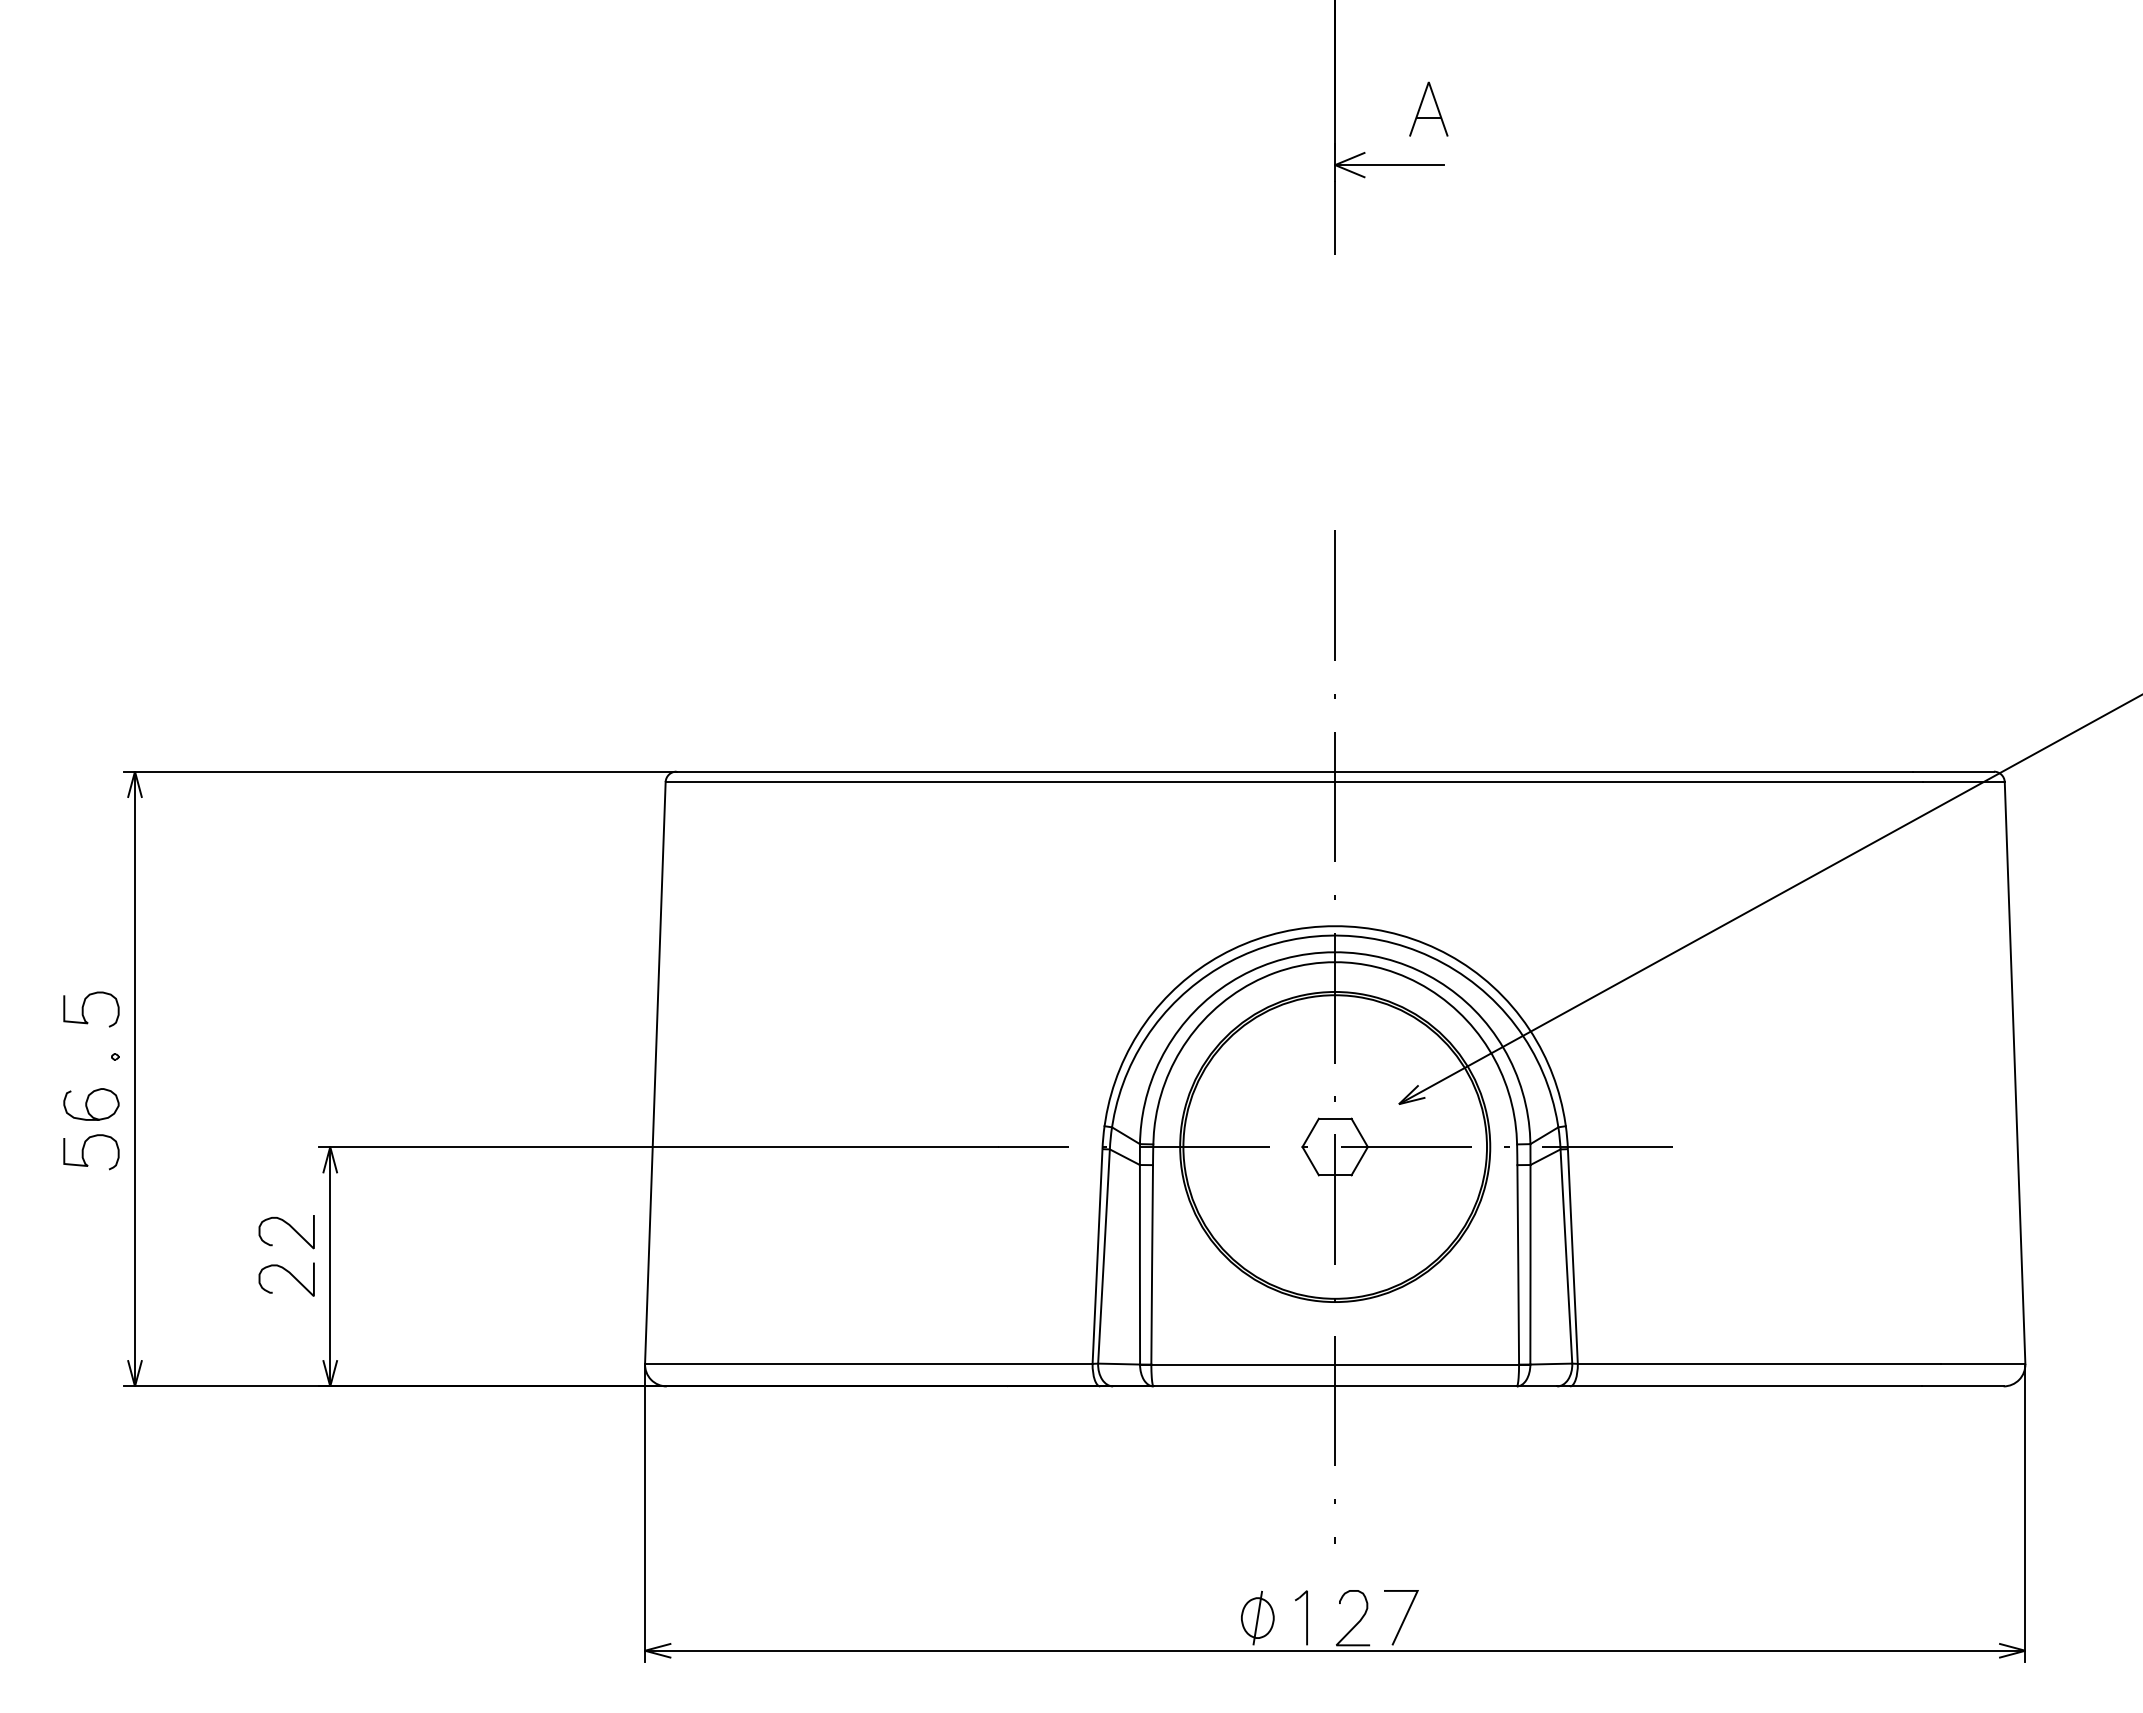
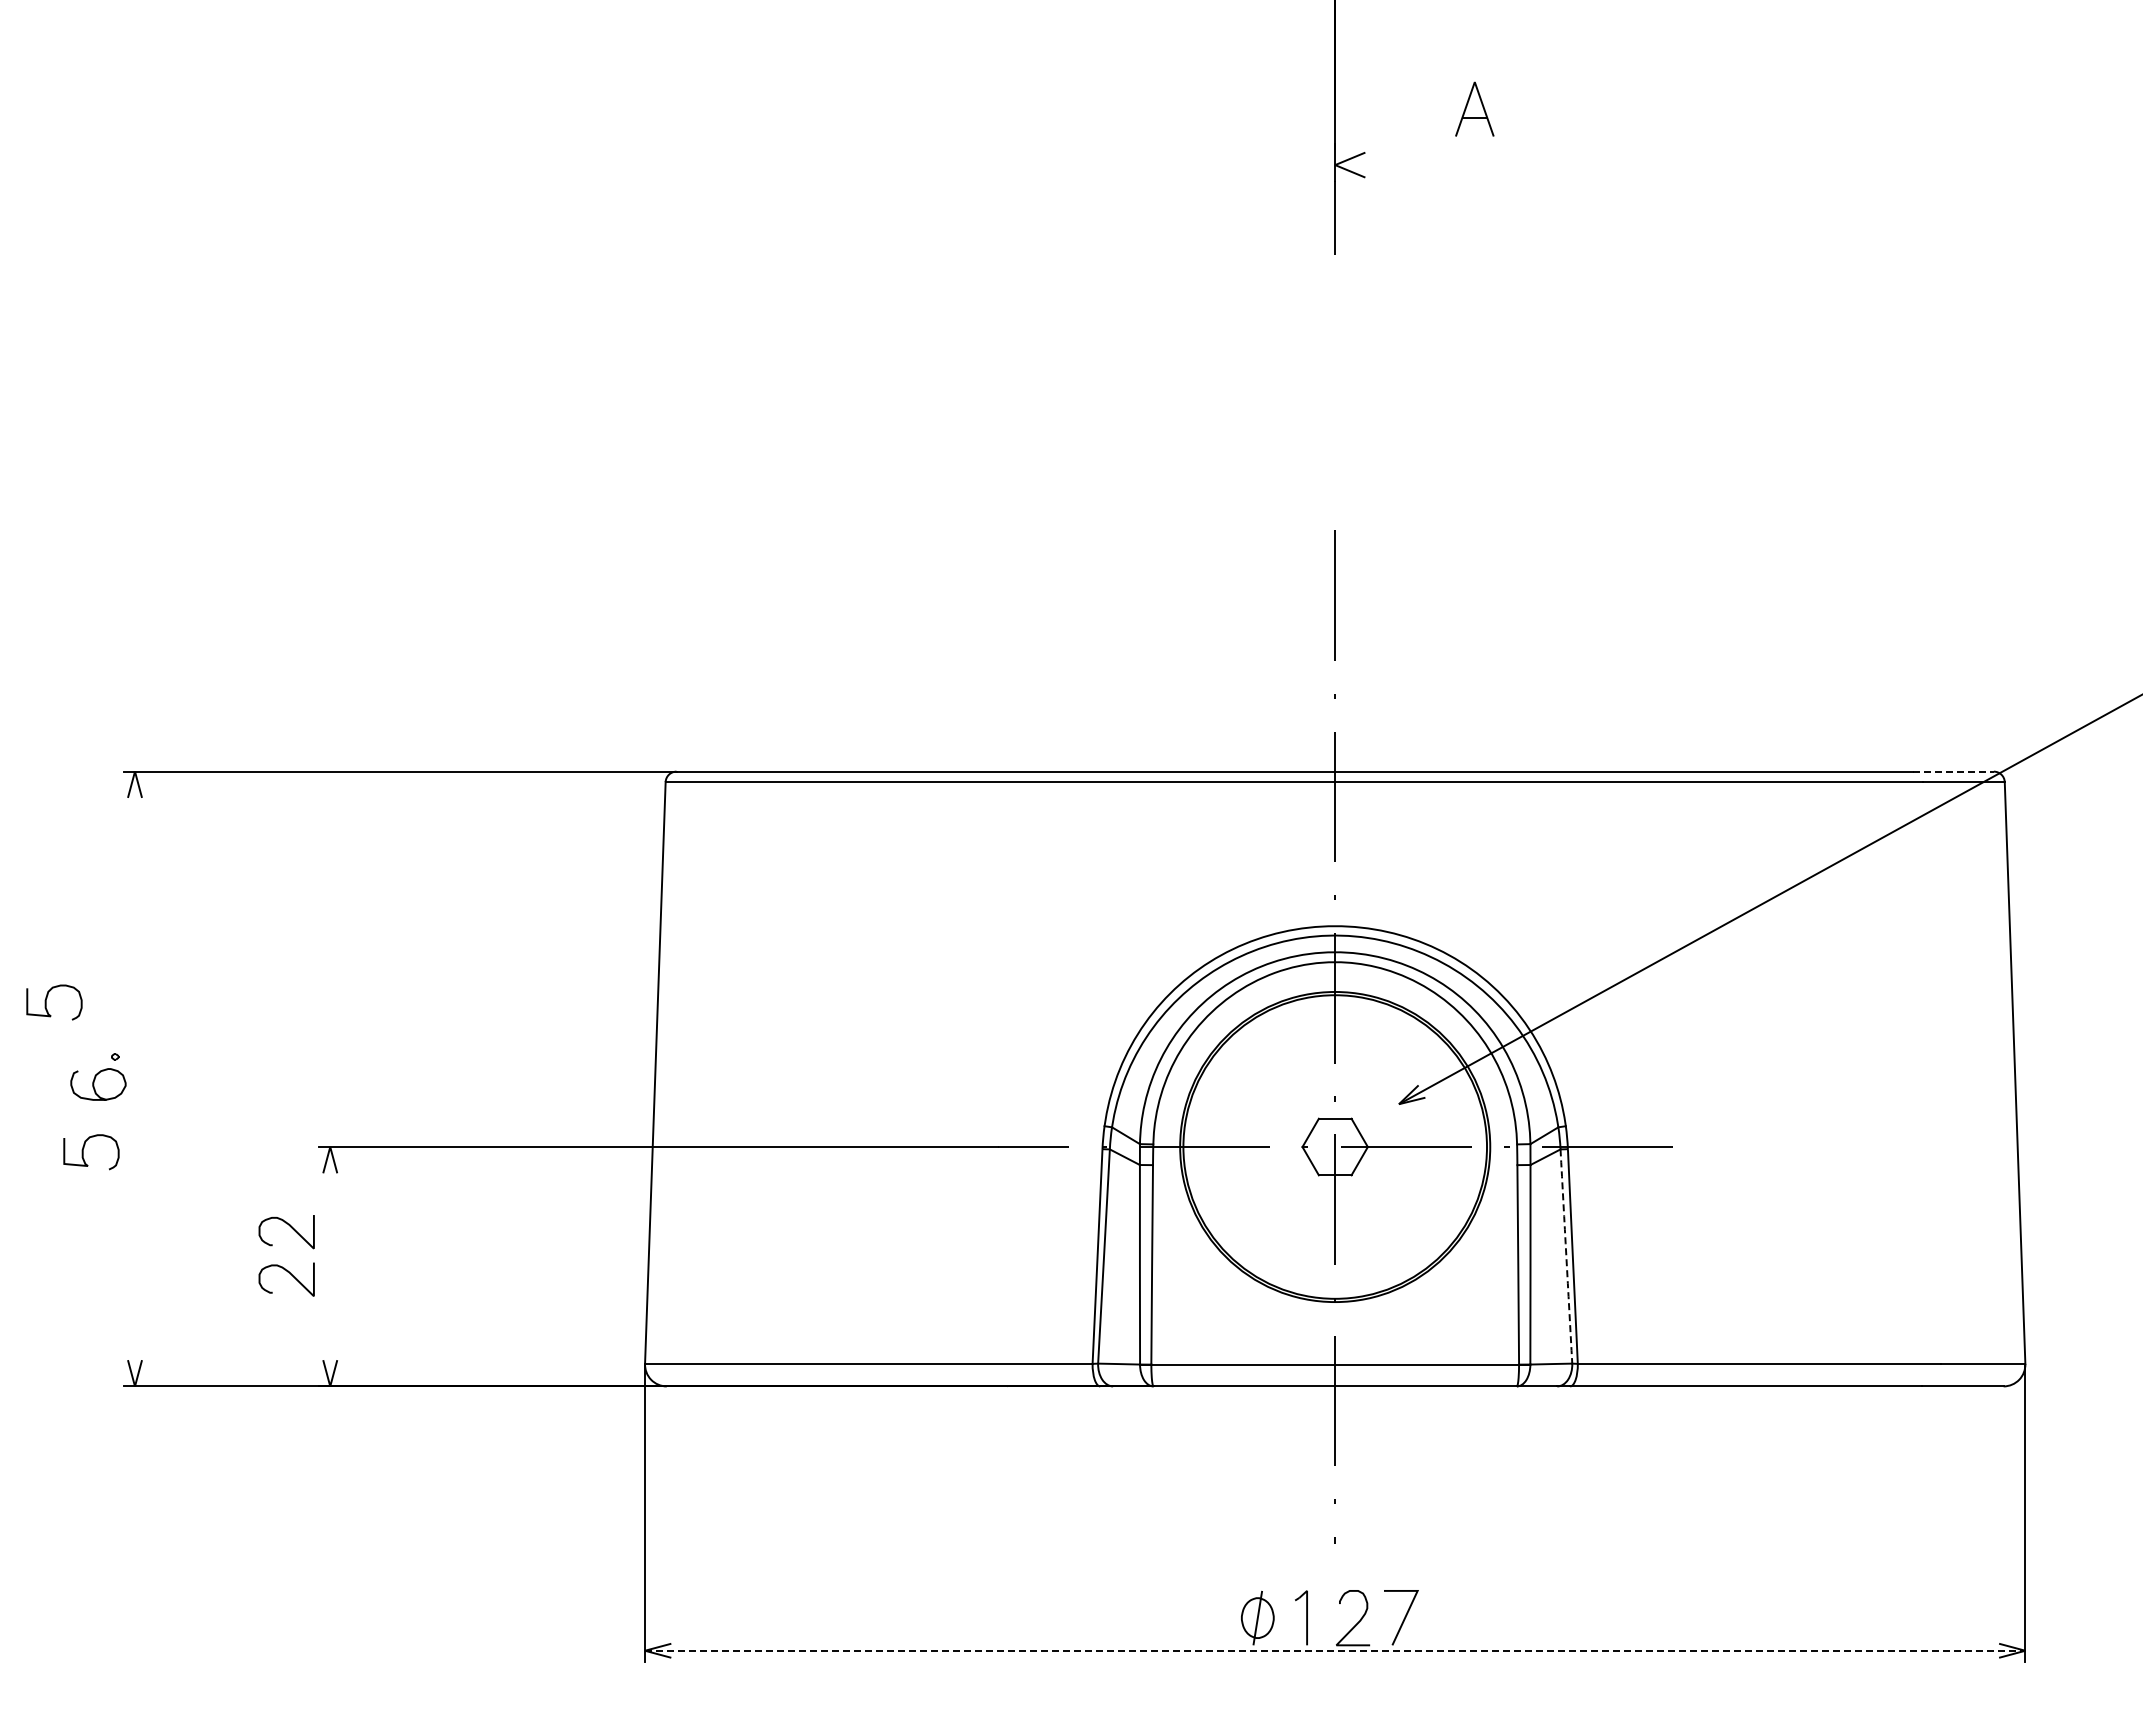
part at (1428, 108) position: (1428, 108) -> (1474, 108)
line at (1389, 165): present -> none
line at (1954, 771): solid -> dashed
curve at (83, 1009) position: (83, 1009) -> (46, 1002)
line at (135, 1078): present -> none
curve at (87, 1104) position: (87, 1104) -> (94, 1084)
arc at (1566, 1256): solid -> dashed
line at (330, 1266): present -> none
line at (1335, 1650): solid -> dashed
